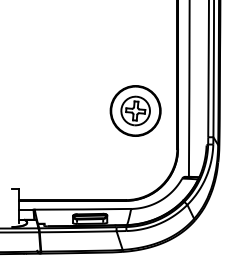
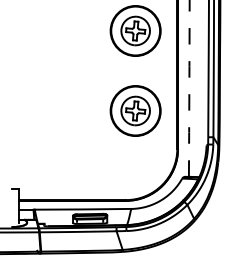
part at (135, 30): none -> present
arc at (189, 88): solid -> dashed
